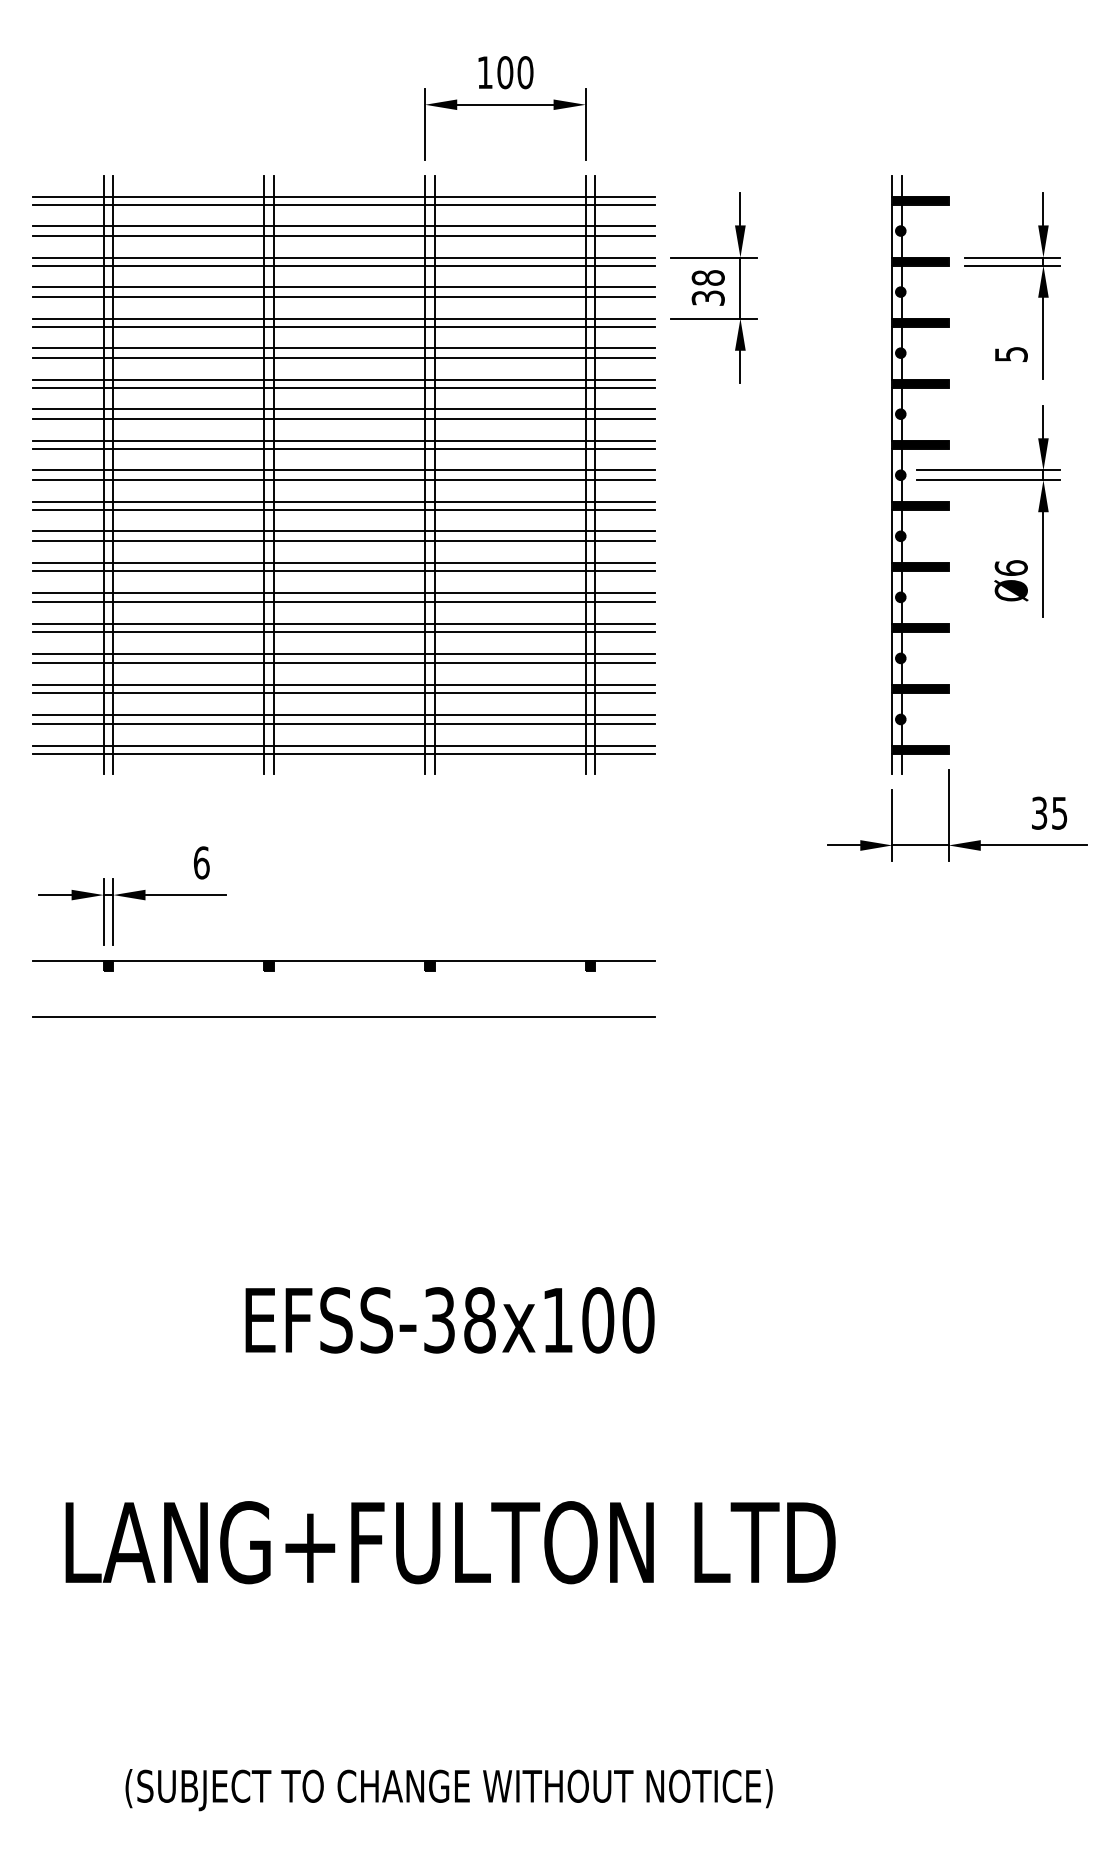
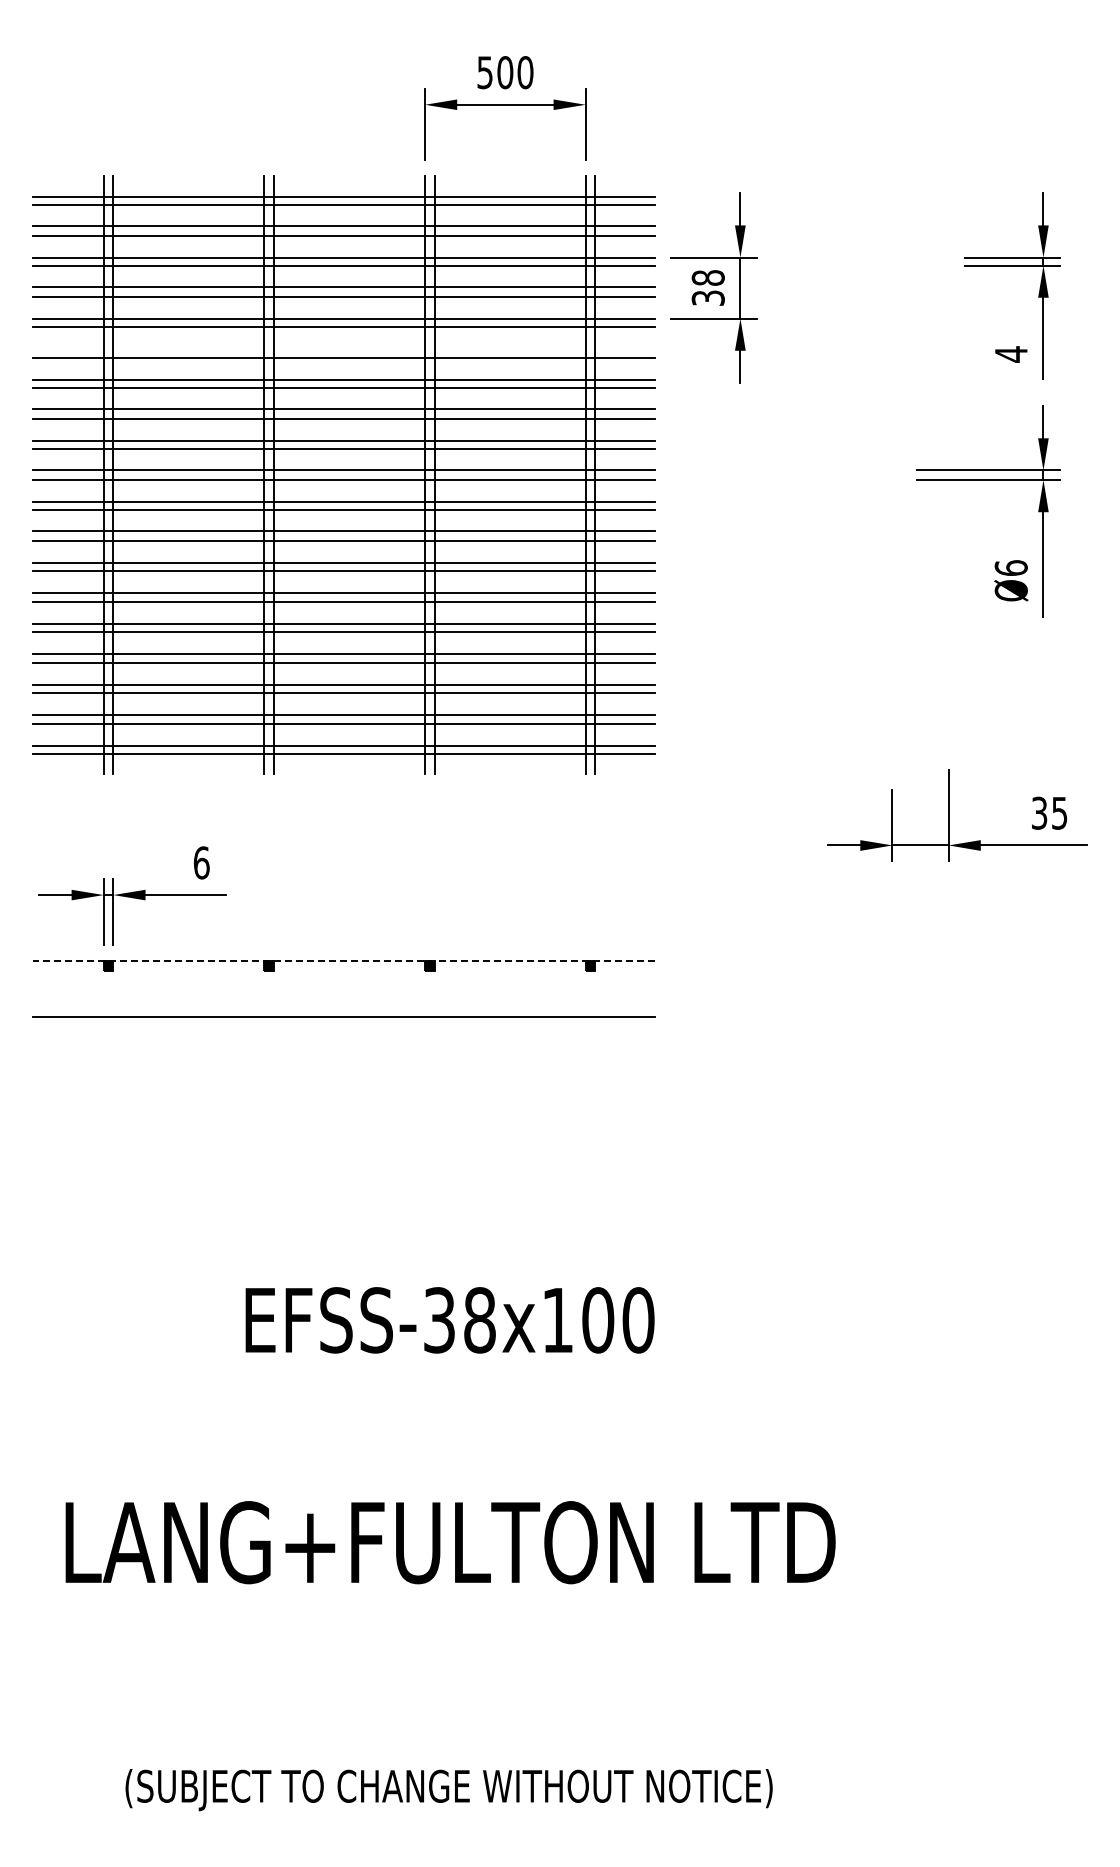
text at (484, 72): 100 -> 500
line at (344, 348): present -> none
text at (1011, 354): 5 -> 4
part at (906, 474): present -> none
line at (344, 961): solid -> dashed
